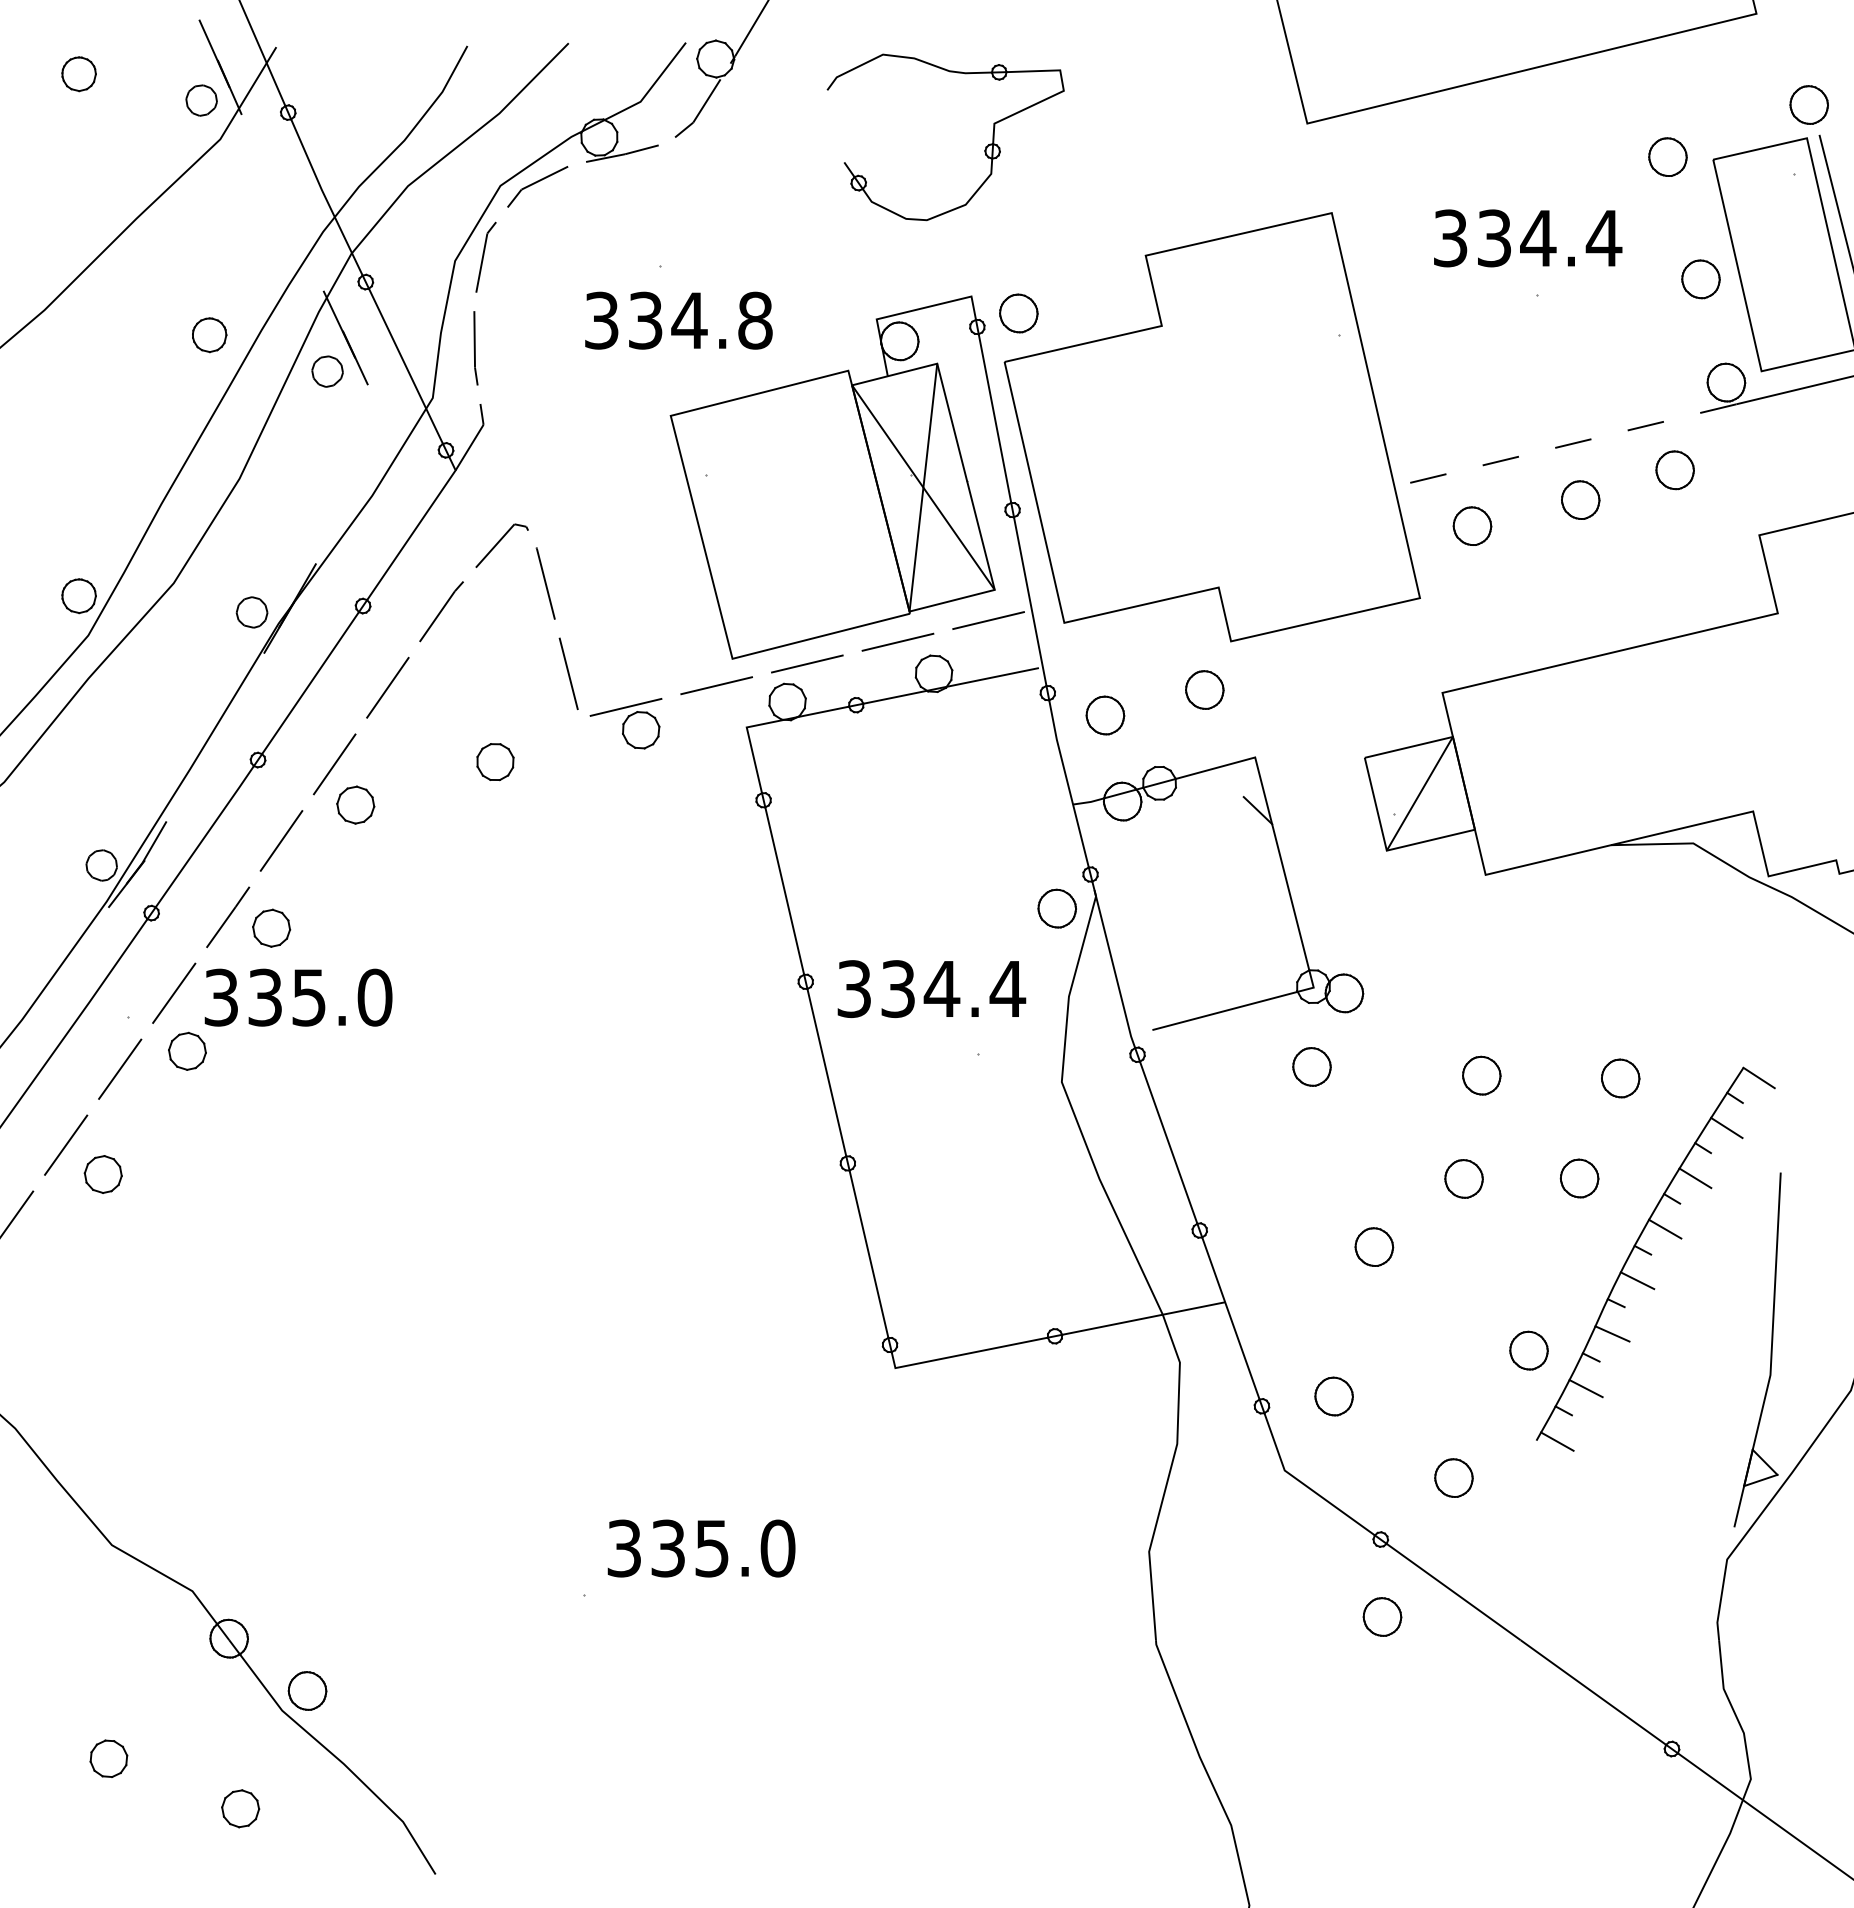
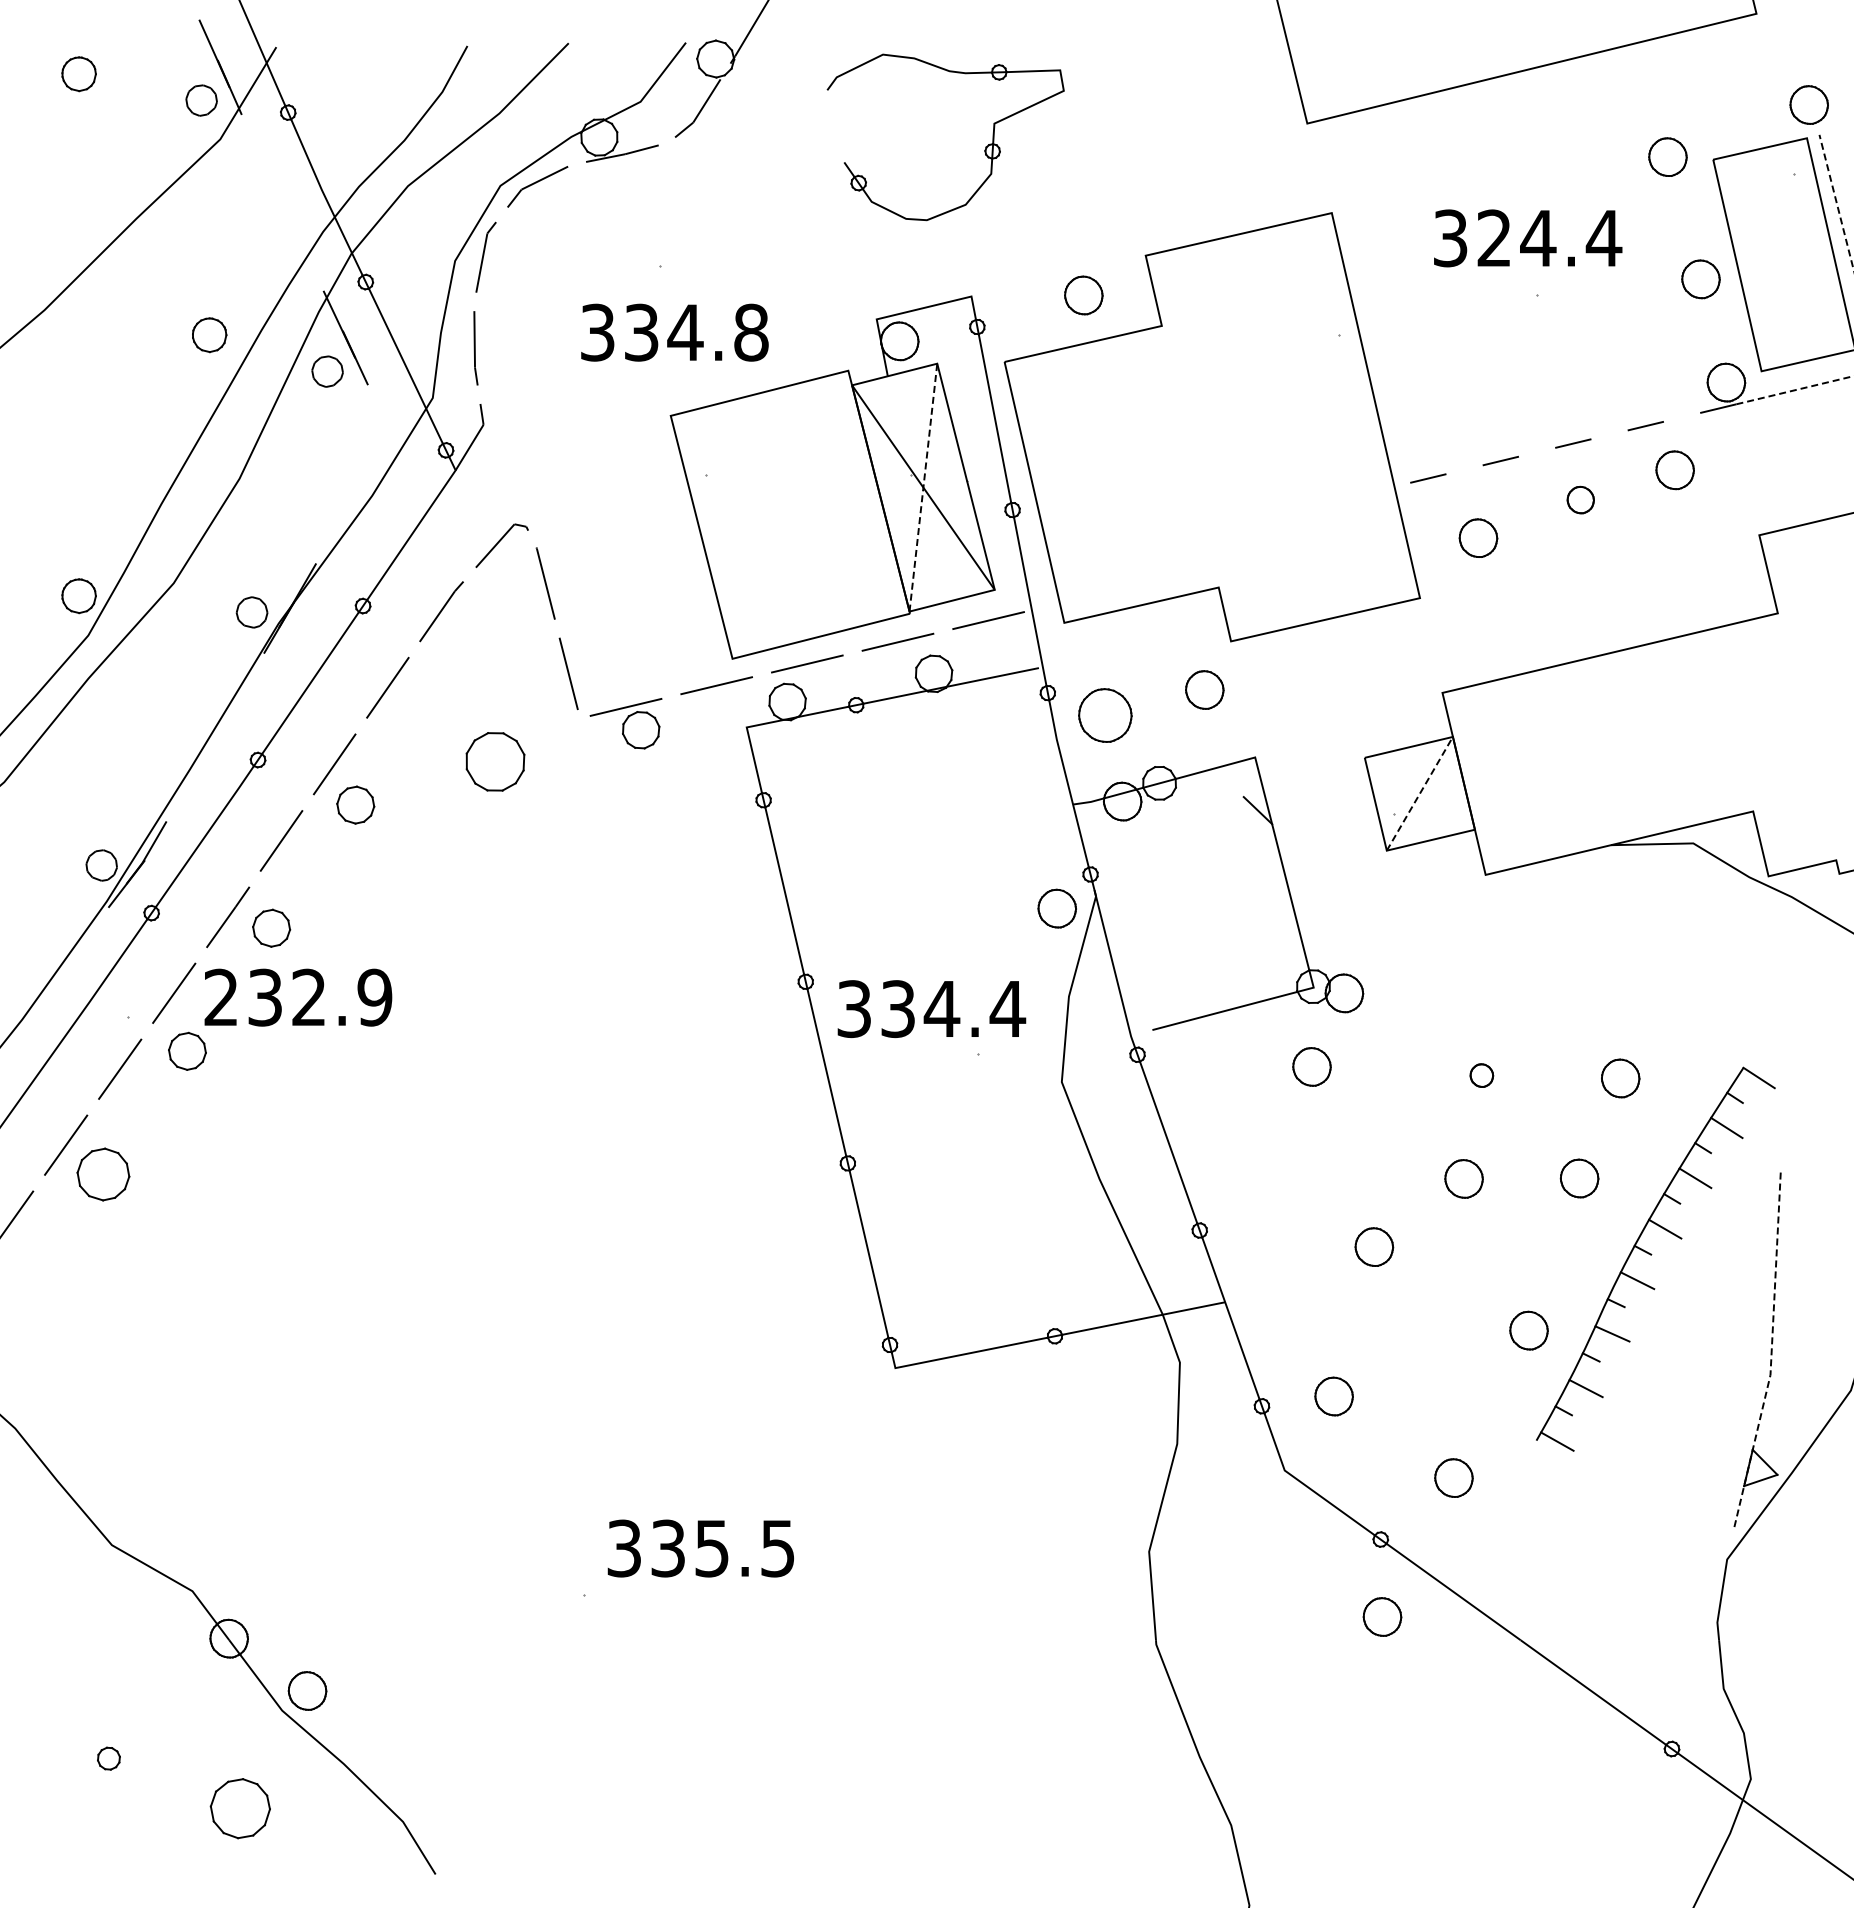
text at (1493, 238): 334.4 -> 324.4
line at (1851, 261): solid -> dashed
part at (1018, 313) position: (1018, 313) -> (1083, 295)
text at (678, 320) position: (678, 320) -> (674, 332)
line at (923, 487): solid -> dashed
part at (1580, 499) size: 40x40 px -> 29x30 px
part at (1472, 525) position: (1472, 525) -> (1478, 537)
part at (1105, 715) size: 41x41 px -> 55x55 px
part at (495, 762) size: 39x39 px -> 61x60 px
line at (1419, 793): solid -> dashed
text at (931, 988) position: (931, 988) -> (931, 1008)
text at (298, 997): 335.0 -> 232.9
part at (1481, 1075) size: 40x41 px -> 26x25 px
part at (102, 1174) size: 40x39 px -> 55x55 px
part at (1528, 1350) position: (1528, 1350) -> (1528, 1330)
line at (1771, 1353): solid -> dashed
text at (777, 1548): 335.0 -> 335.5
part at (108, 1758) size: 40x39 px -> 24x25 px
part at (240, 1808) size: 40x40 px -> 62x62 px
